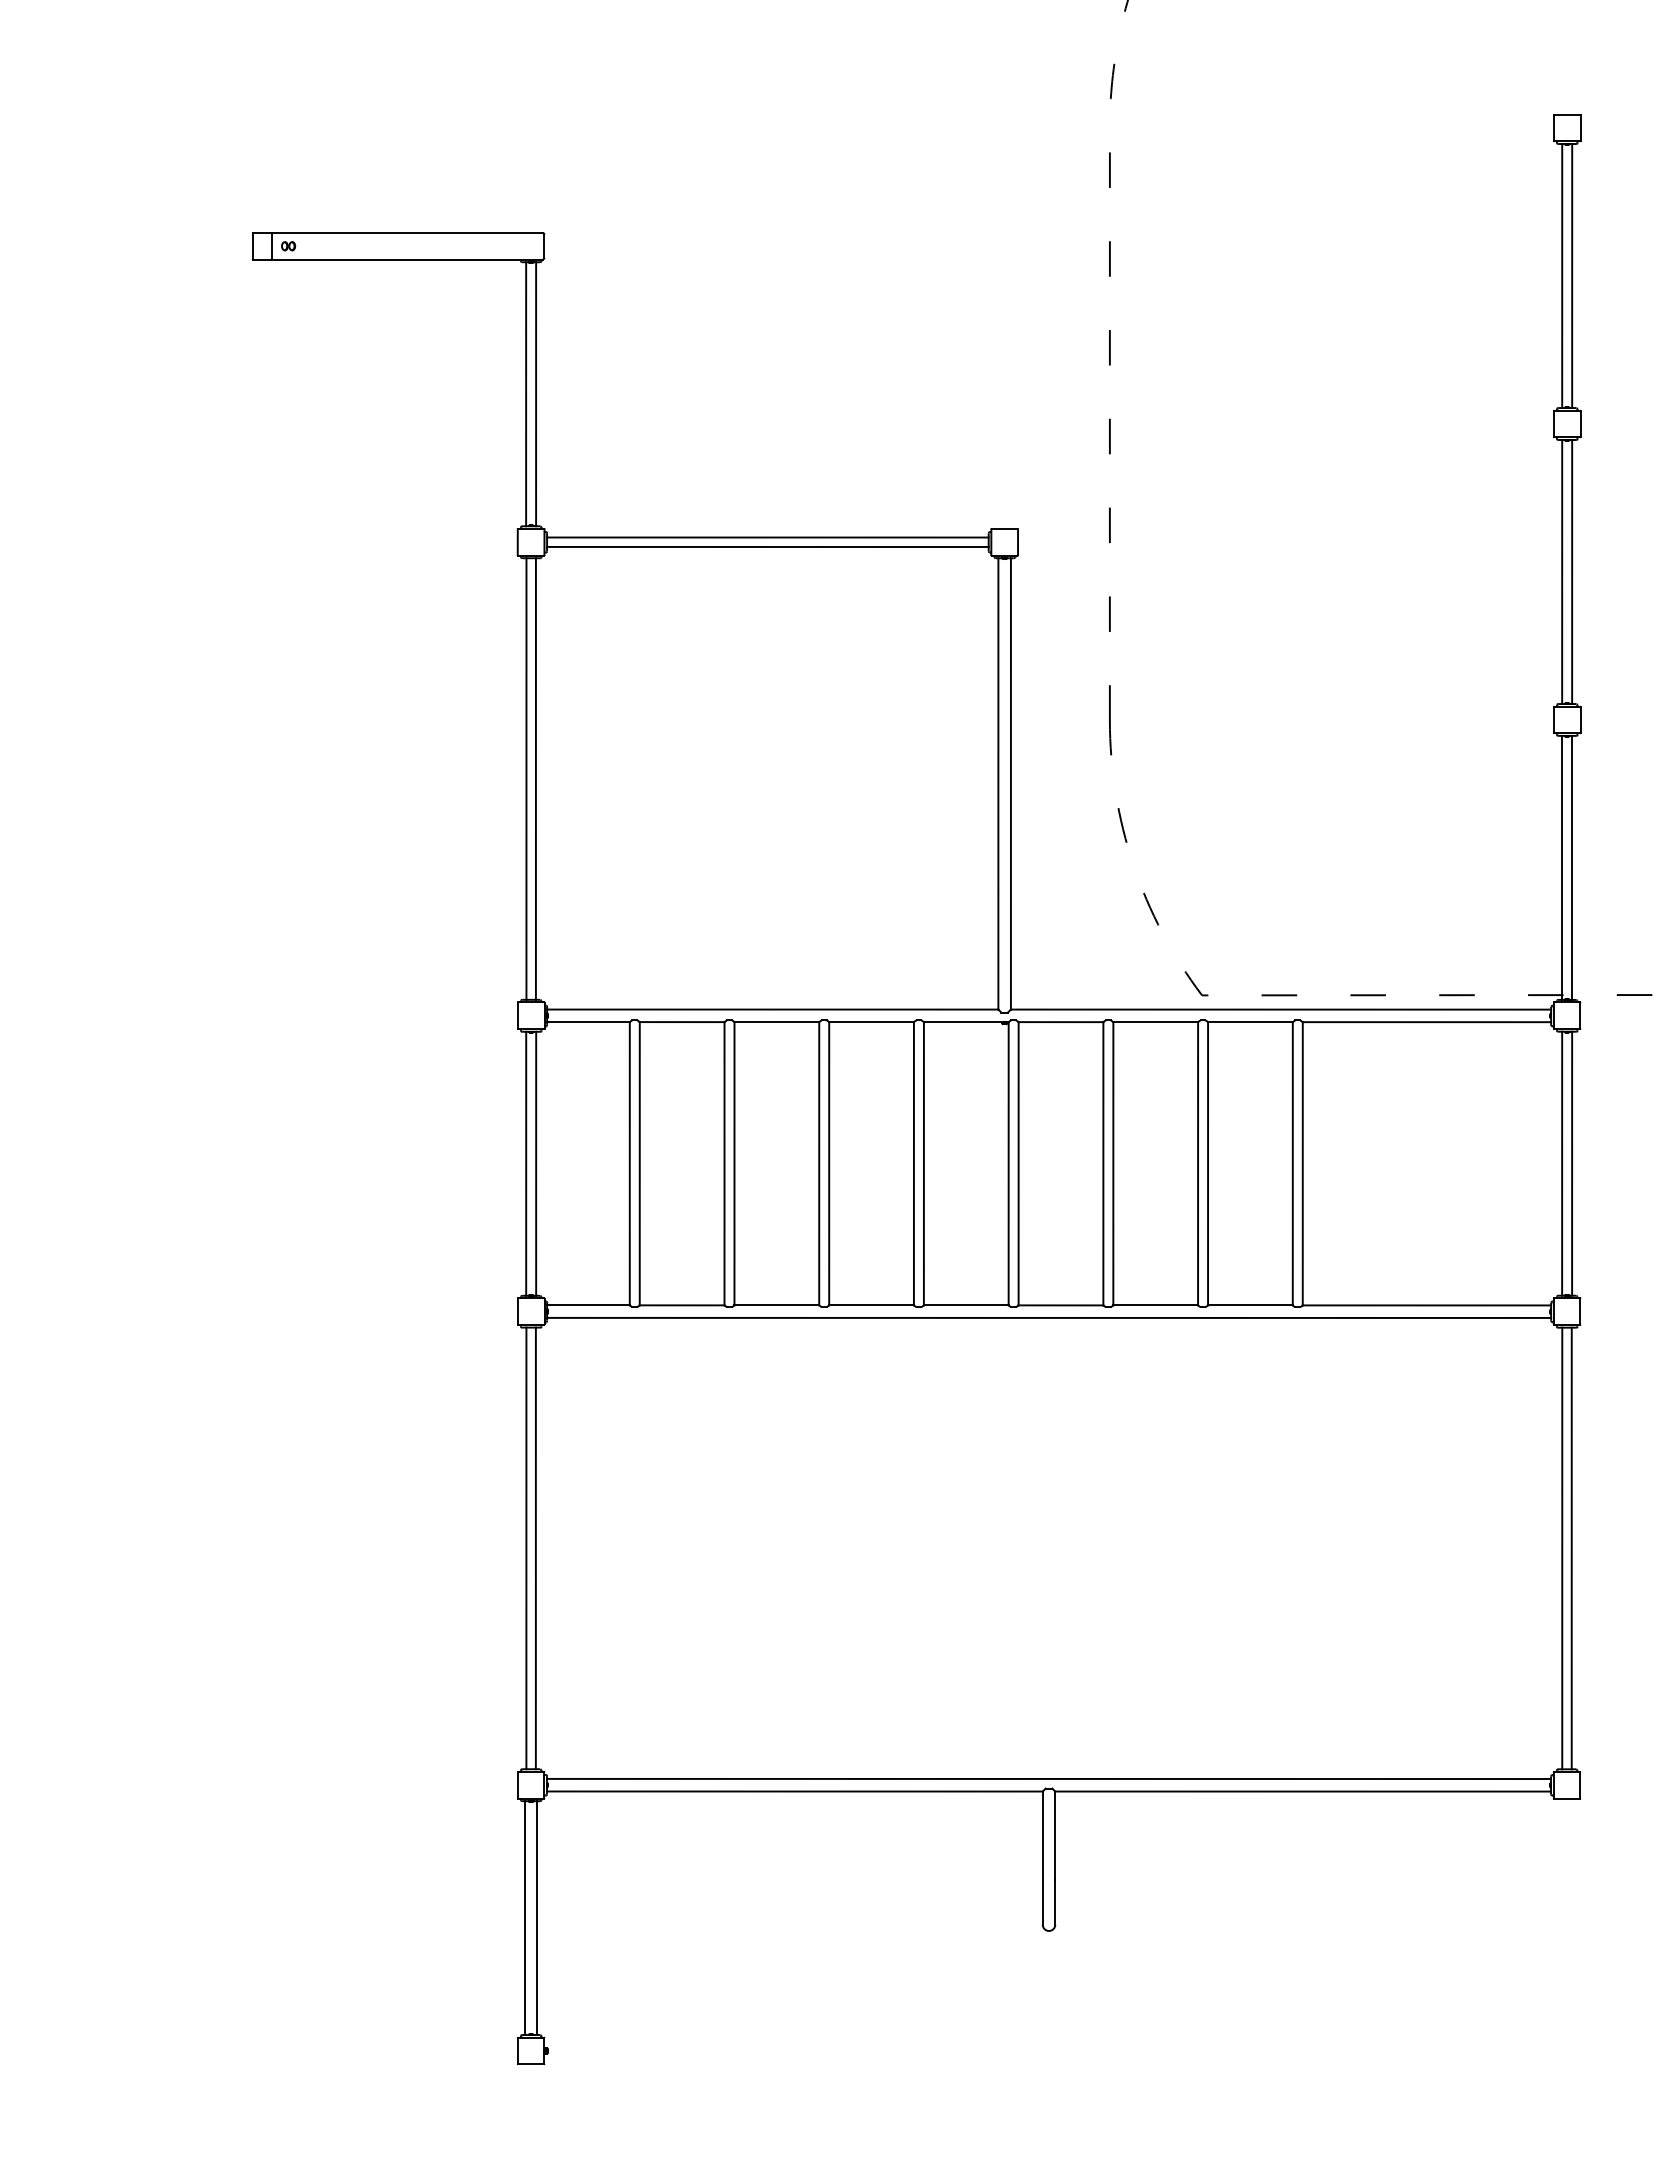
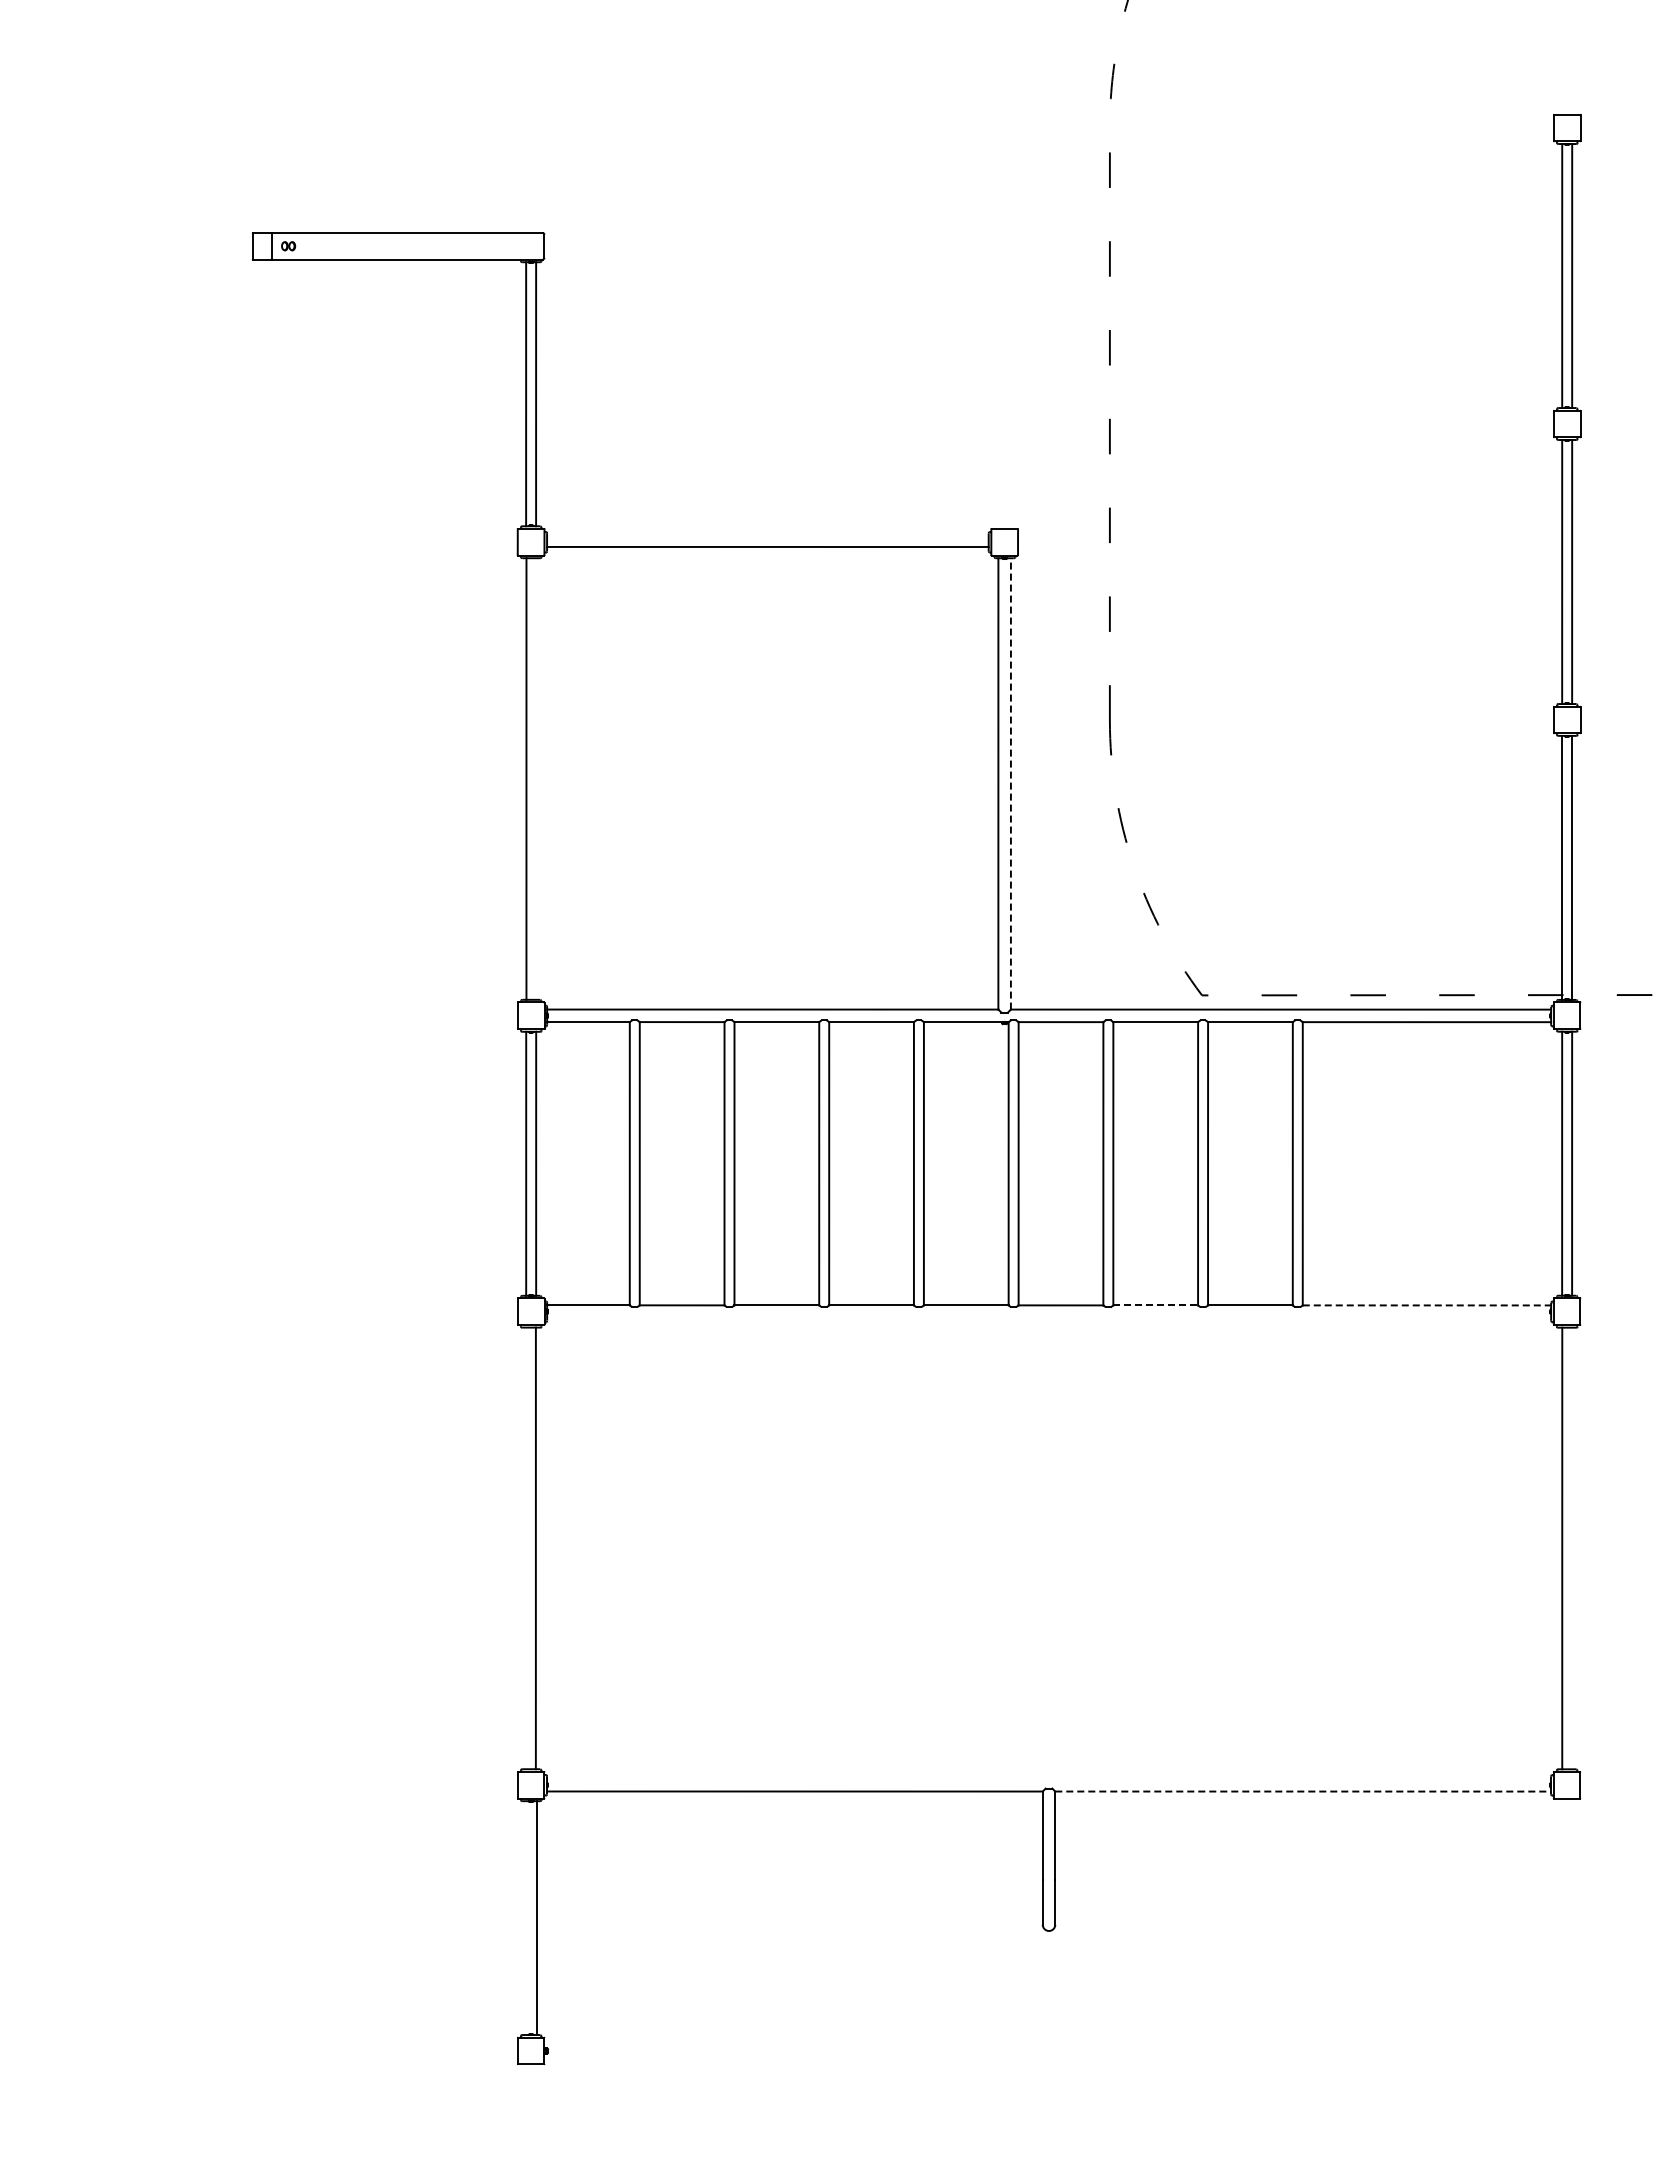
line at (767, 537): present -> none
line at (535, 778): present -> none
line at (1010, 783): solid -> dashed
line at (1156, 1305): solid -> dashed
line at (1427, 1305): solid -> dashed
line at (1049, 1317): present -> none
line at (526, 1548): present -> none
line at (1571, 1548): present -> none
line at (1049, 1778): present -> none
line at (1303, 1791): solid -> dashed
line at (525, 1918): present -> none
